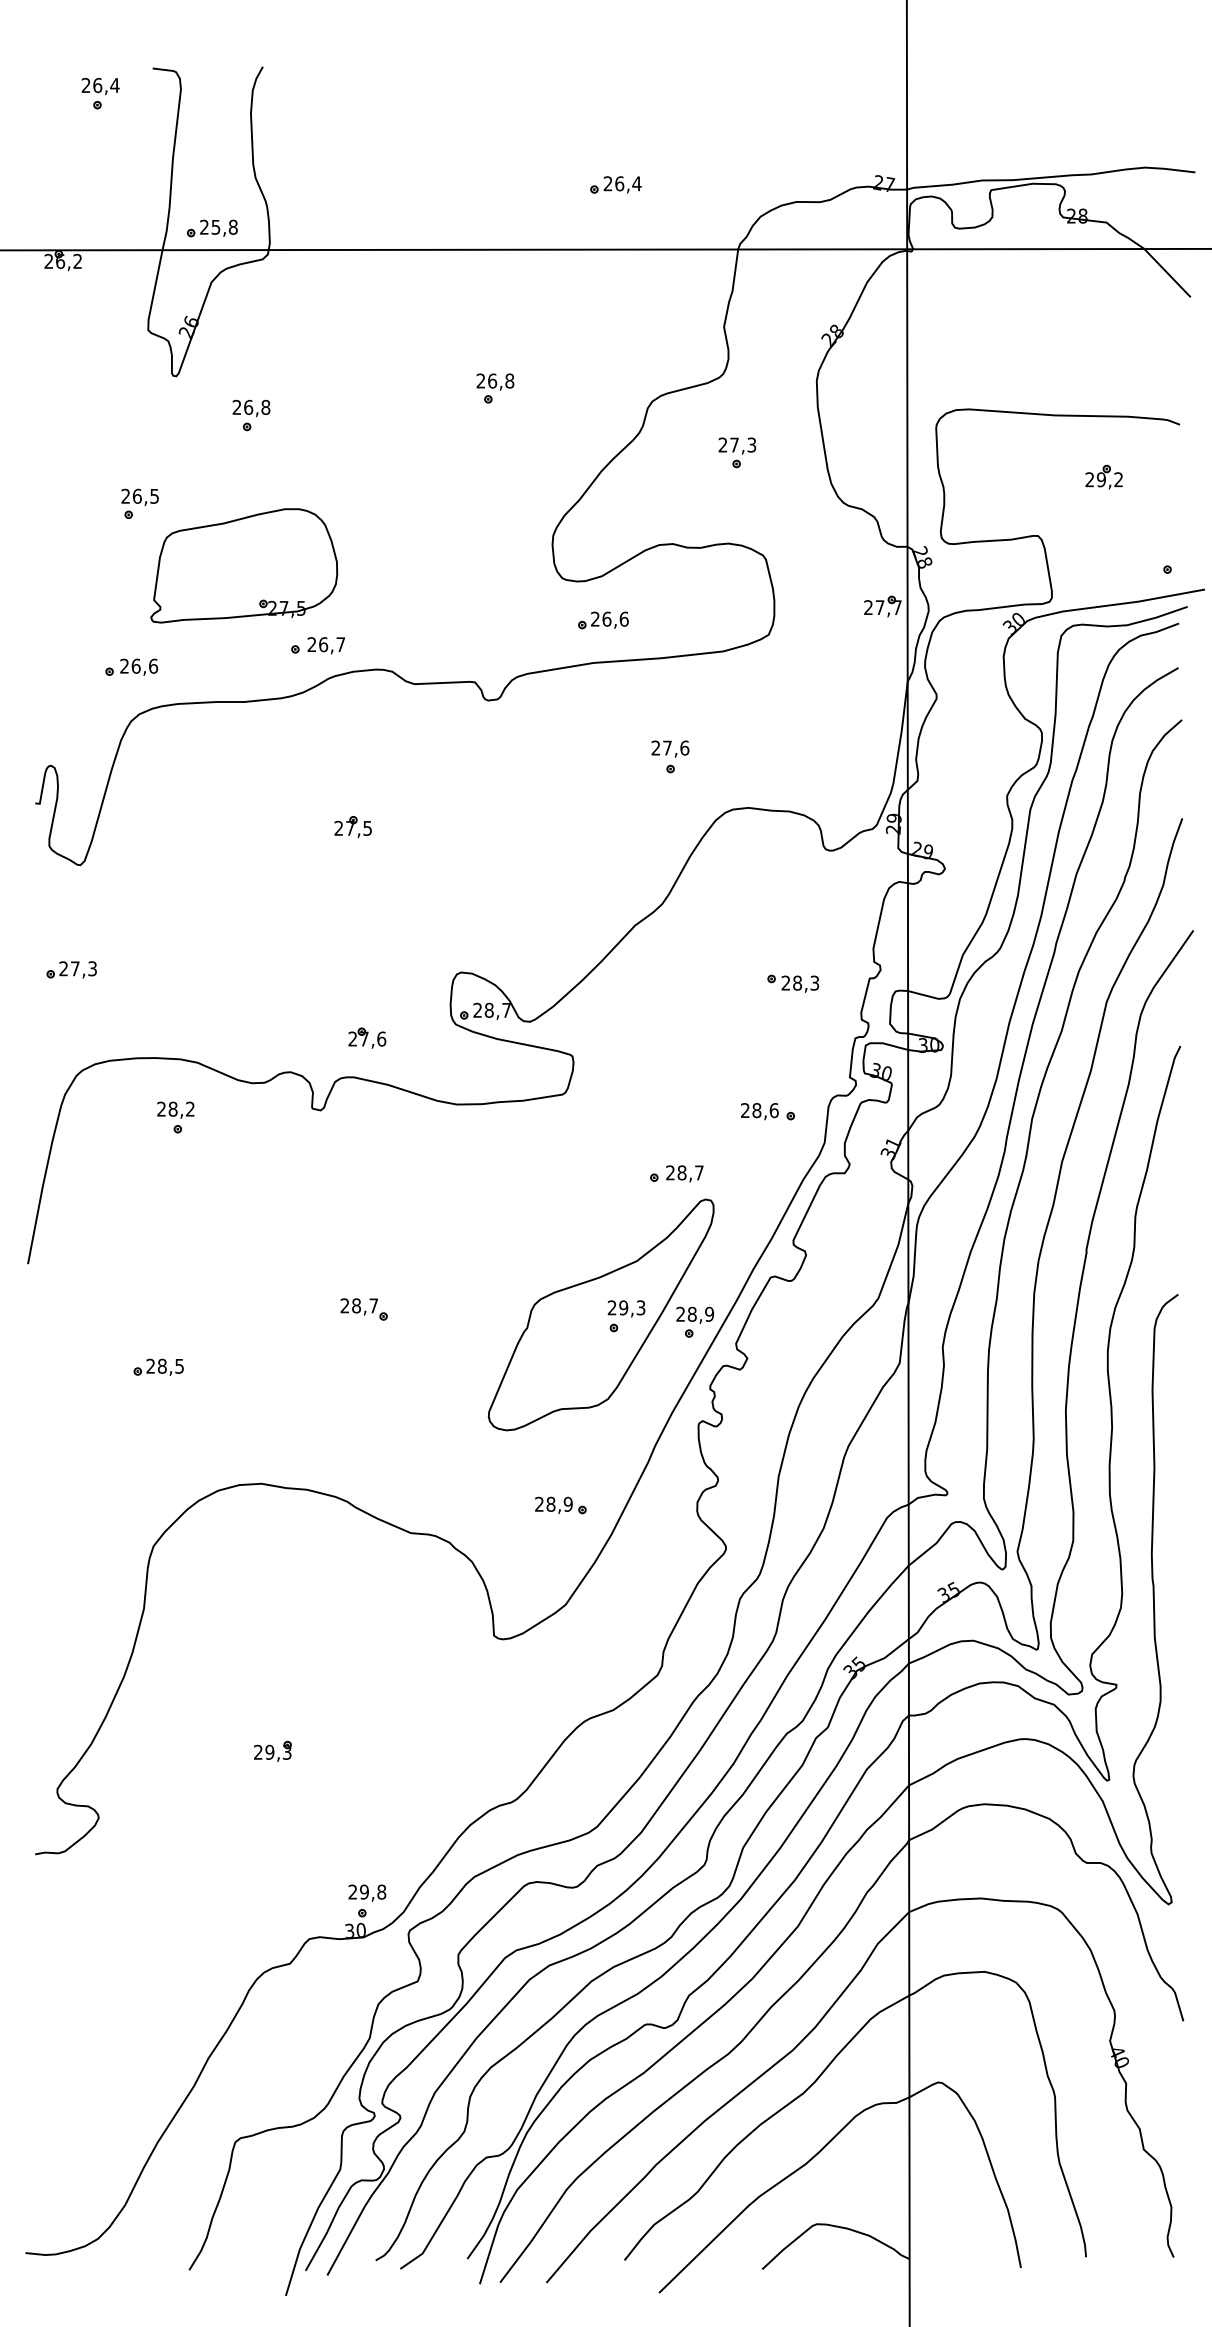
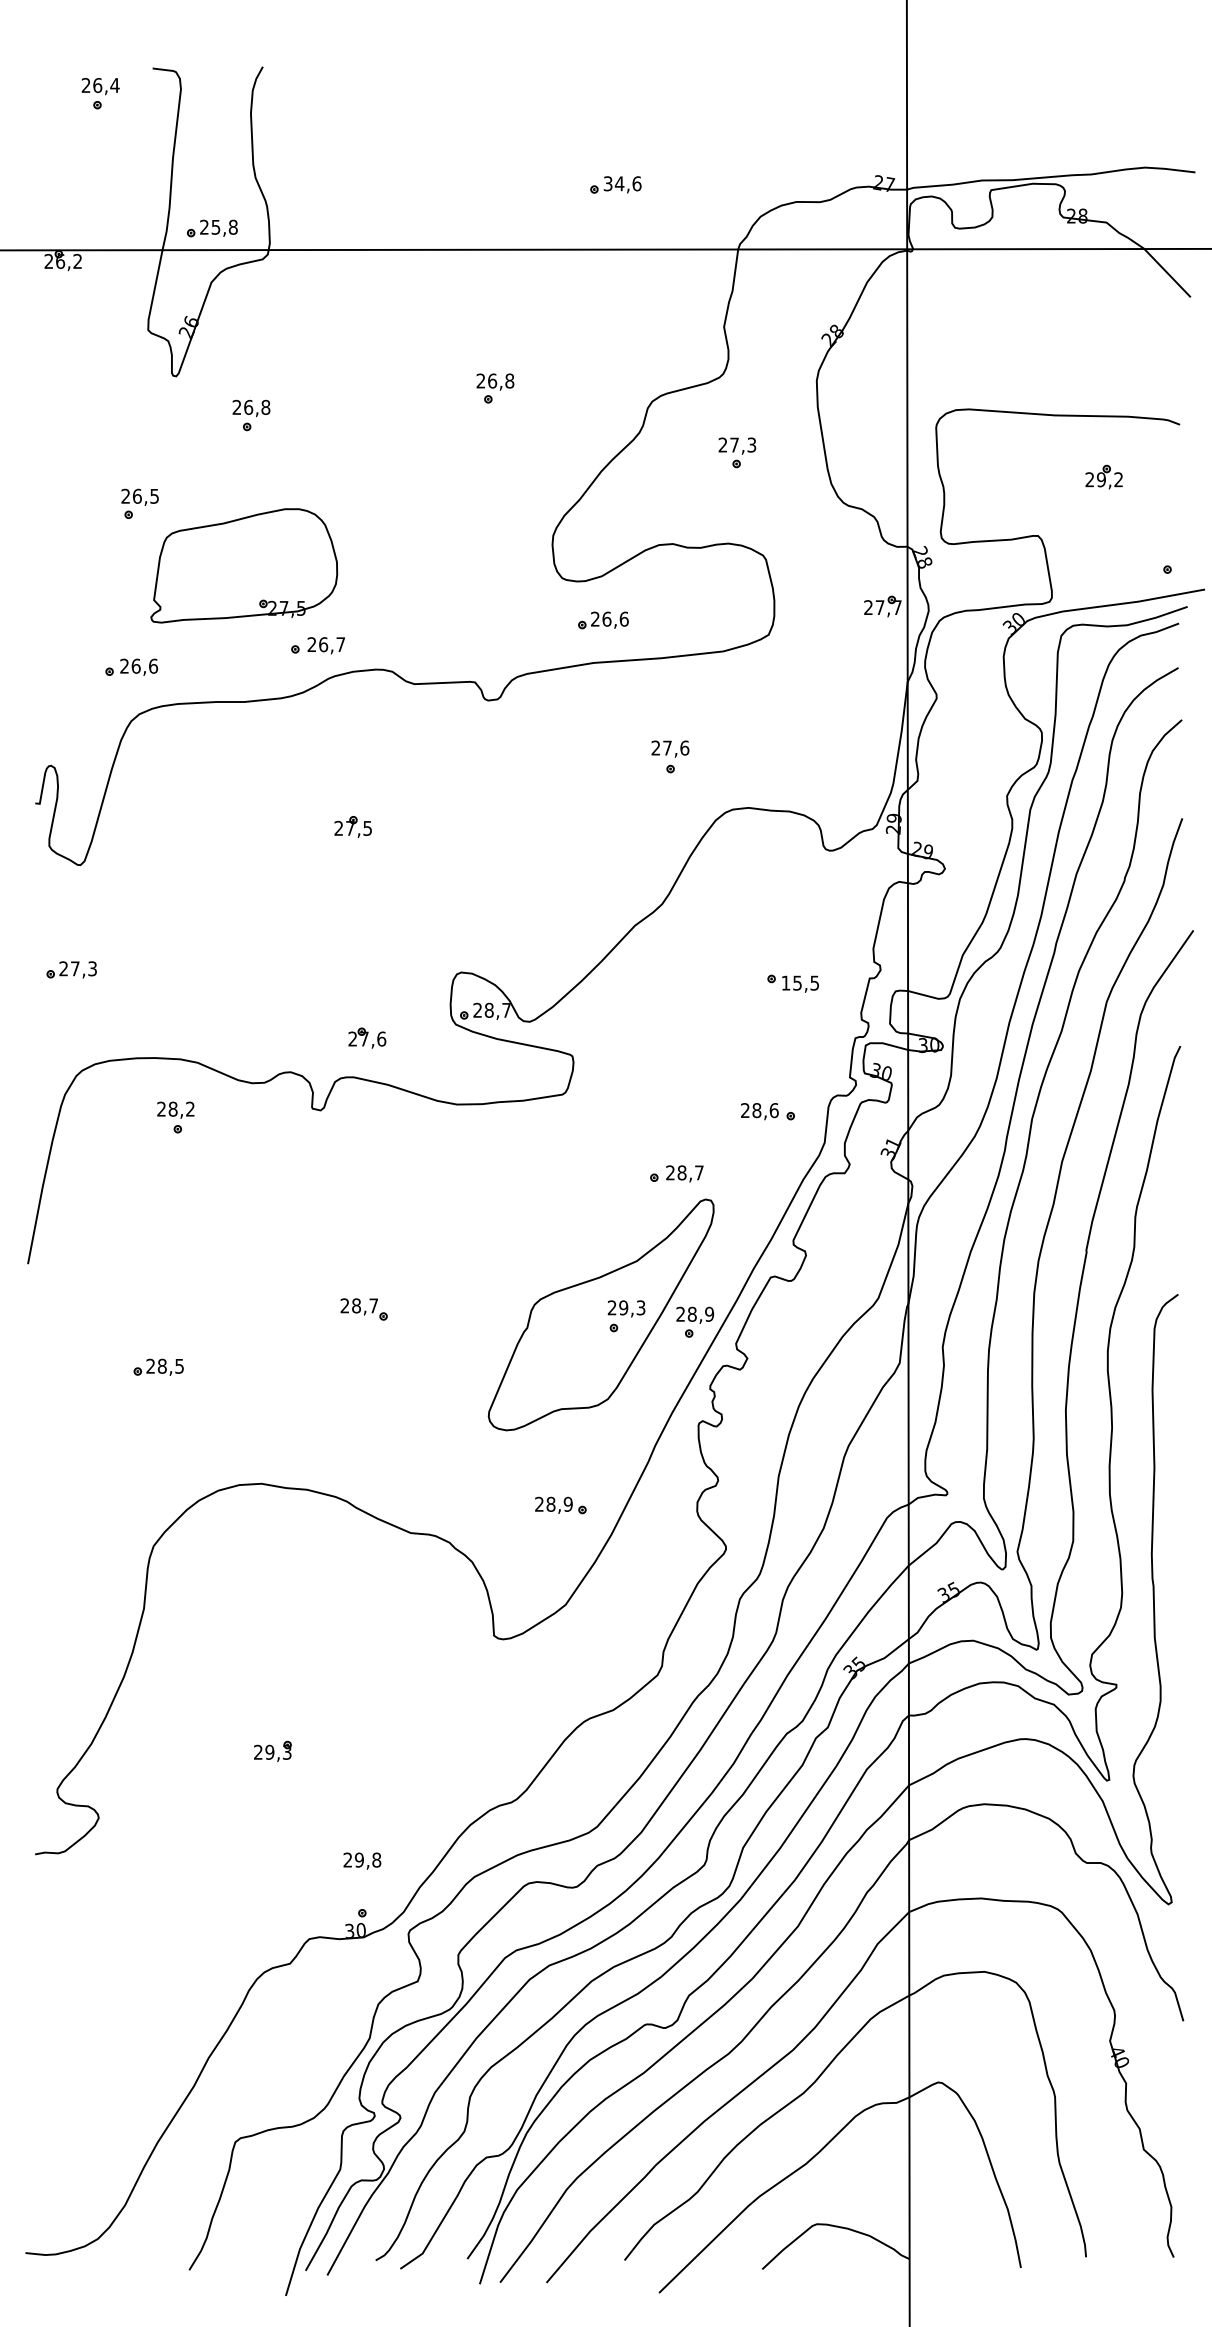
text at (622, 183): 26,4 -> 34,6
text at (800, 982): 28,3 -> 15,5
text at (367, 1892) position: (367, 1892) -> (362, 1860)
